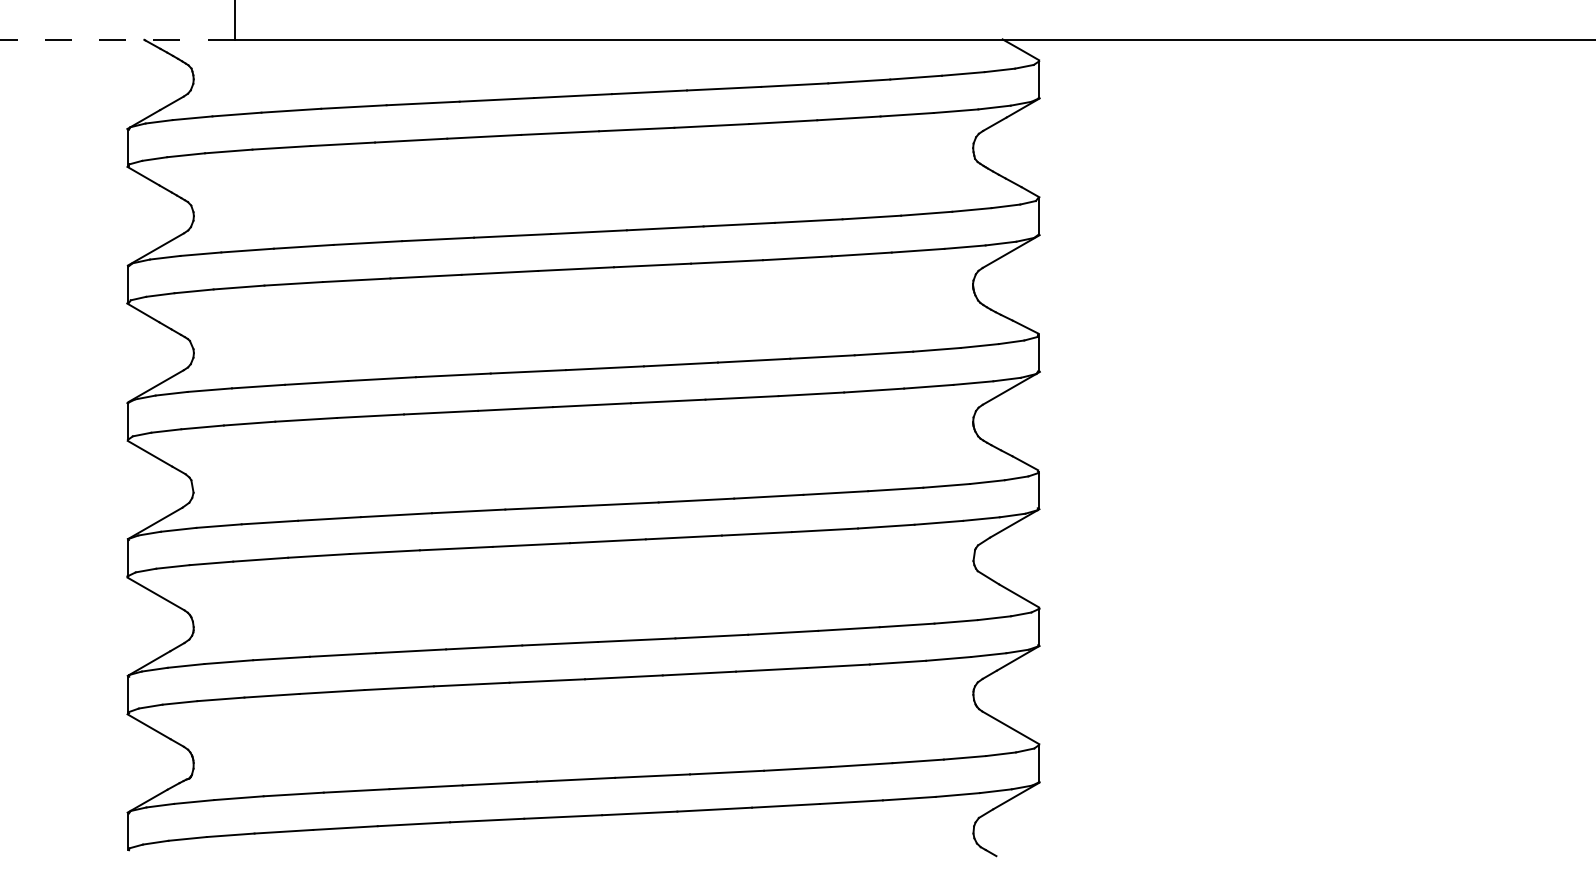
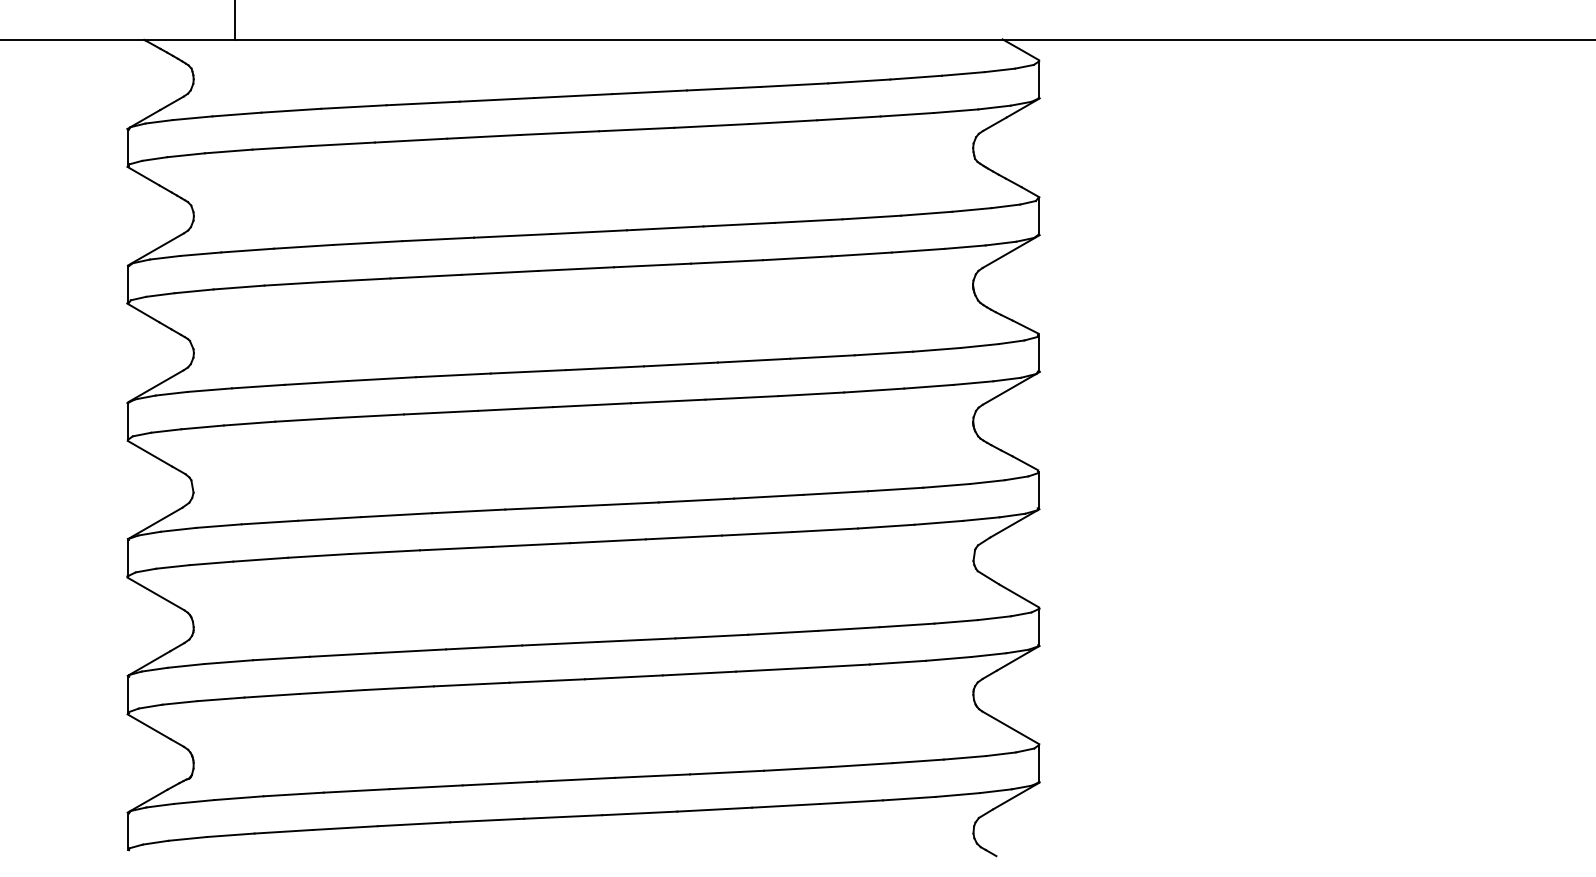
line at (117, 39): dashed -> solid
